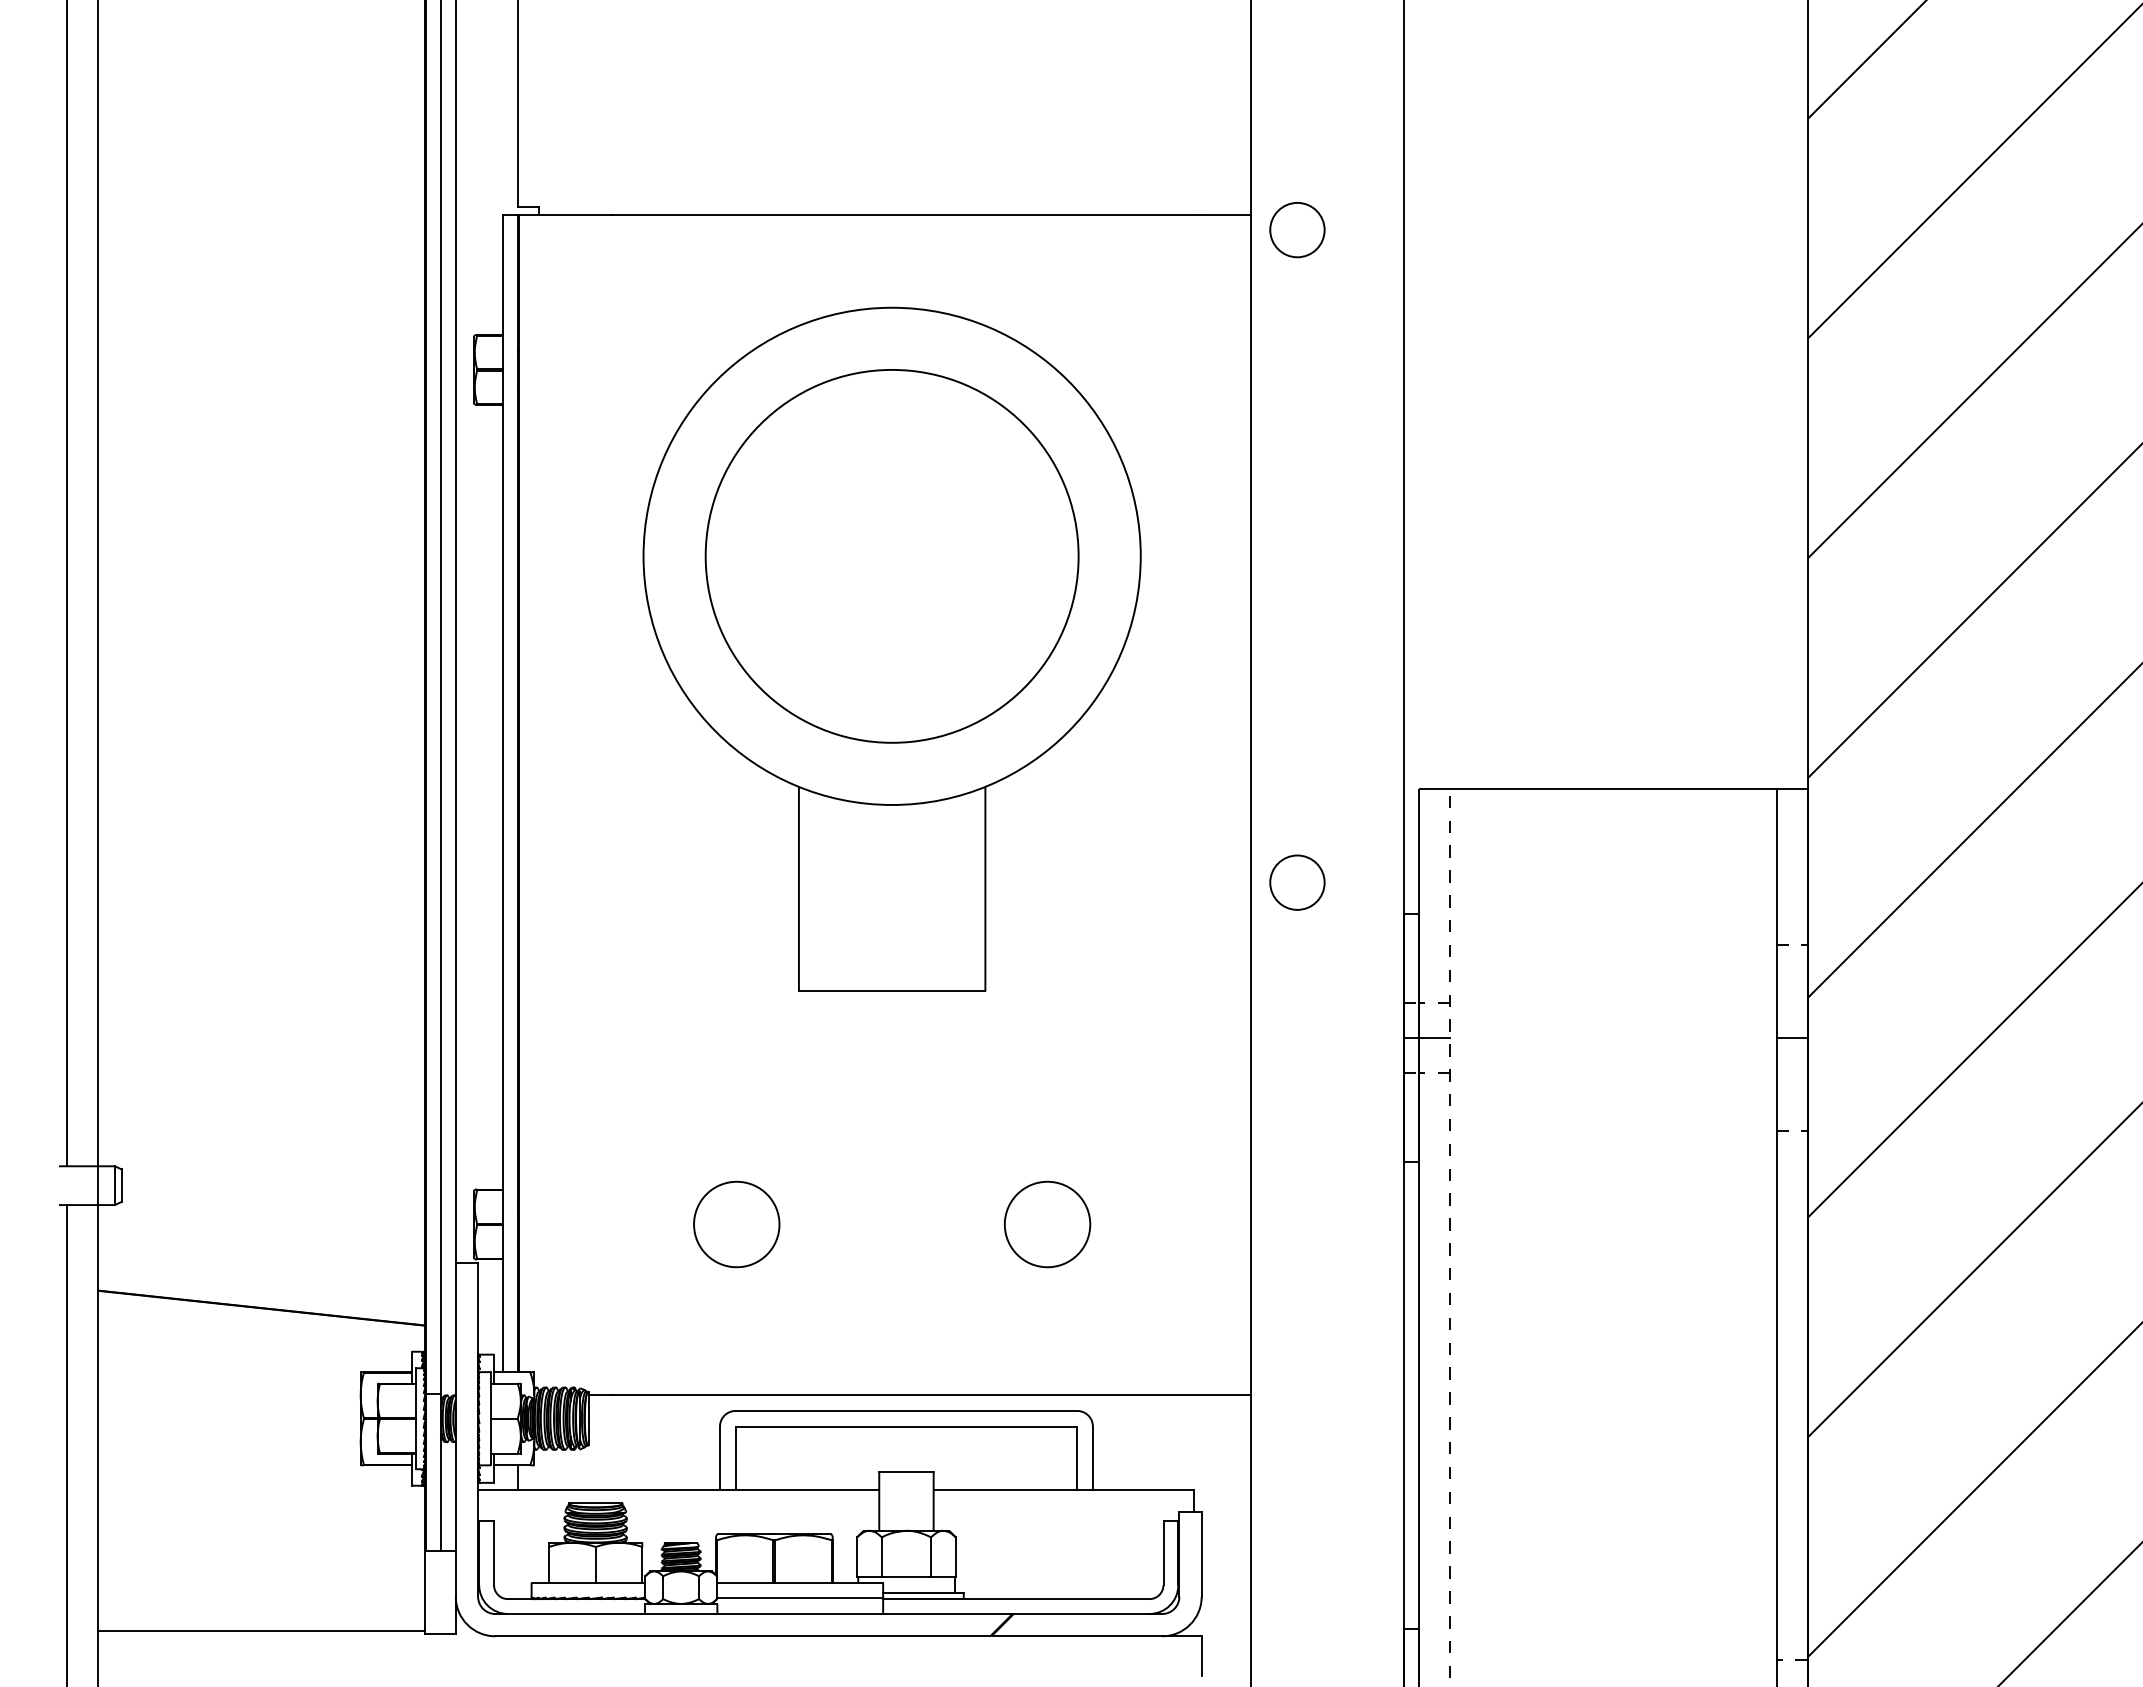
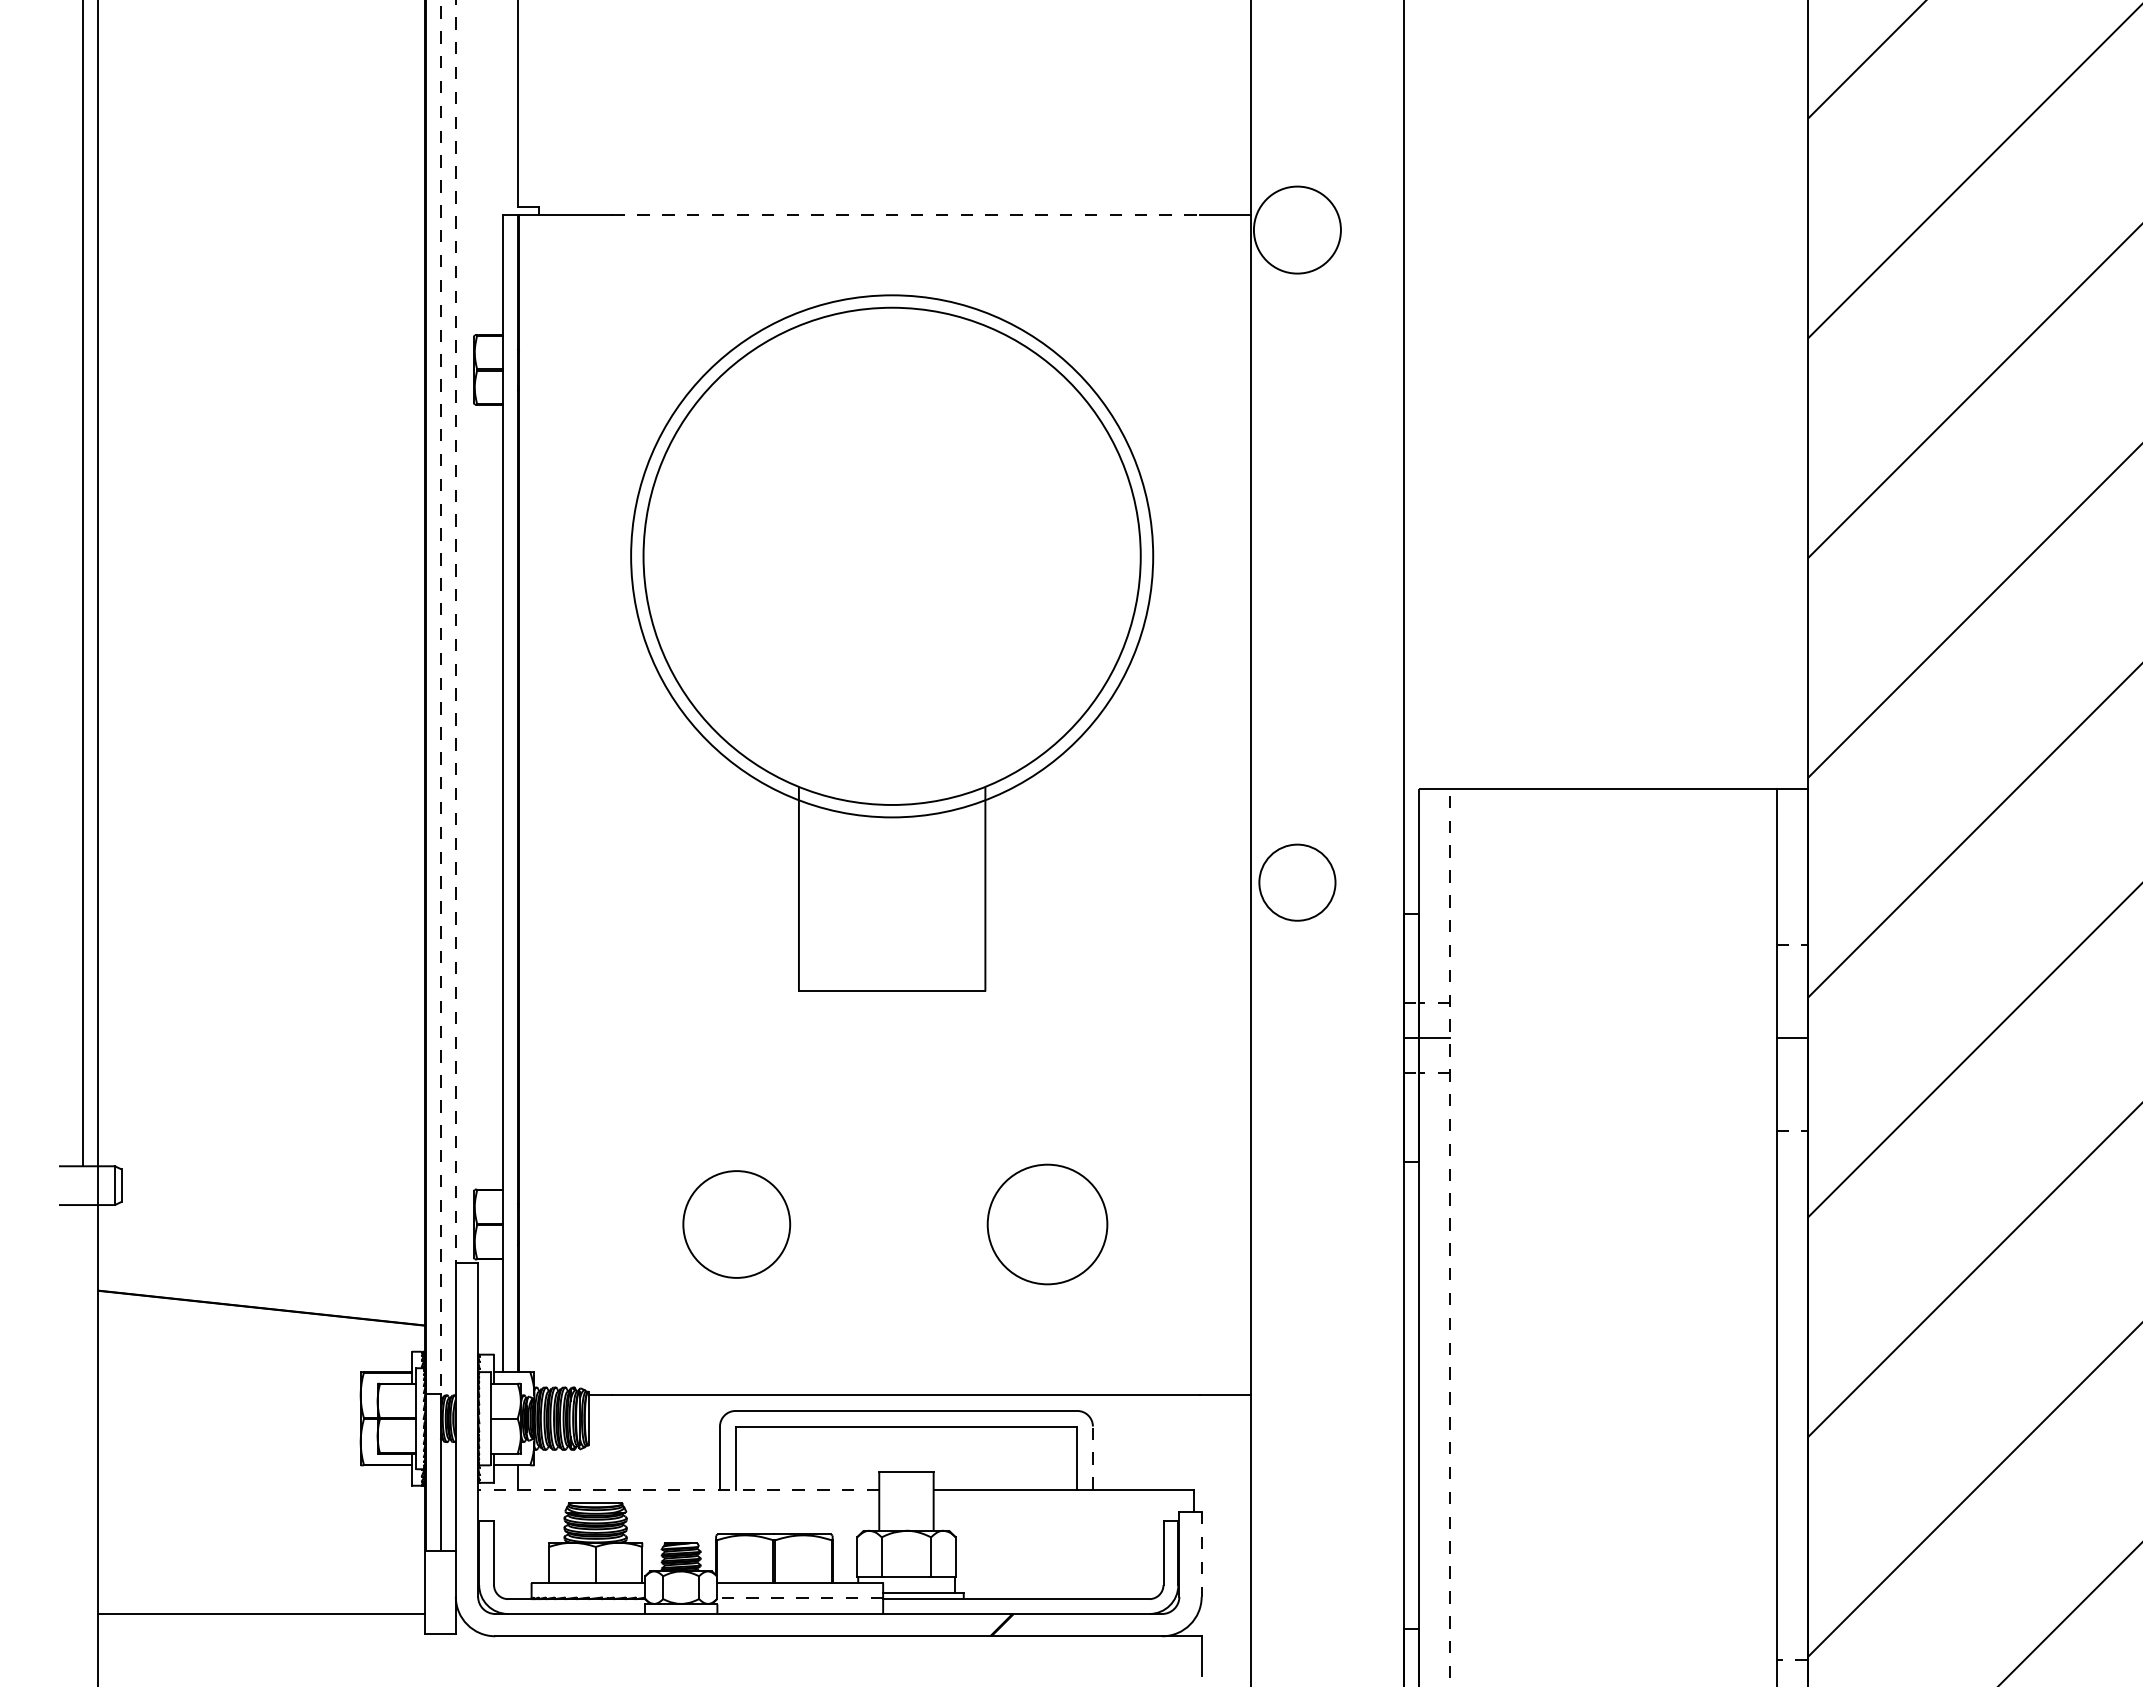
line at (906, 214): solid -> dashed
circle at (1297, 229) diameter: 54 px -> 87 px
circle at (891, 555) diameter: 373 px -> 522 px
line at (67, 584) position: (67, 584) -> (83, 584)
line at (455, 632): solid -> dashed
line at (440, 697): solid -> dashed
circle at (1297, 882) diameter: 54 px -> 76 px
circle at (736, 1224) diameter: 85 px -> 107 px
circle at (1047, 1224) diameter: 85 px -> 120 px
line at (67, 1444): present -> none
line at (1092, 1458): solid -> dashed
line at (678, 1489): solid -> dashed
line at (1201, 1554): solid -> dashed
line at (799, 1598): solid -> dashed
line at (261, 1631) position: (261, 1631) -> (261, 1614)
